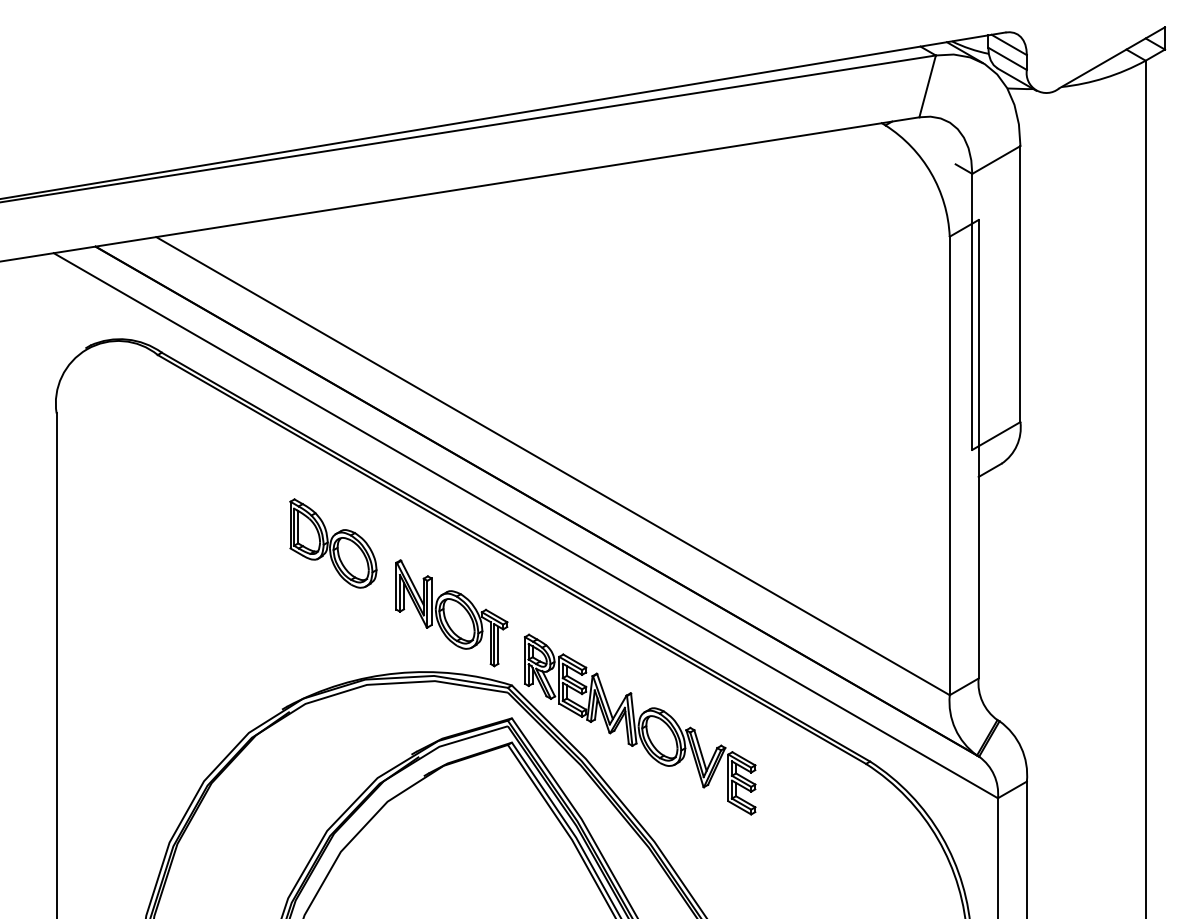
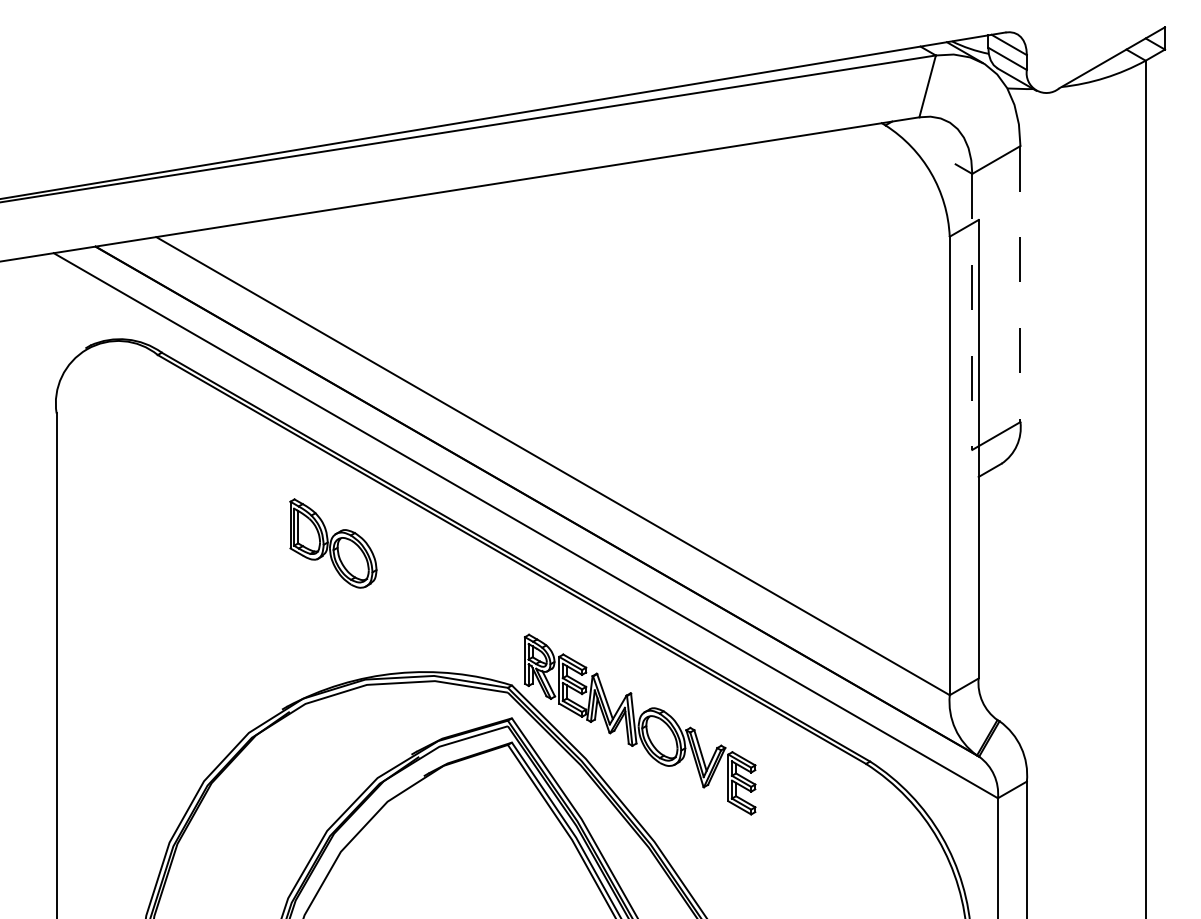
line at (1020, 284): solid -> dashed
line at (972, 312): solid -> dashed
part at (451, 613): present -> none
